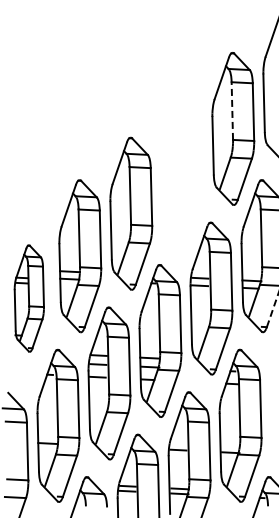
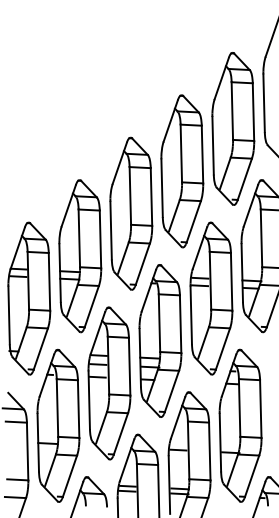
line at (232, 111): dashed -> solid
part at (182, 171): none -> present
part at (28, 298) size: 32x109 px -> 45x155 px
line at (273, 309): dashed -> solid
